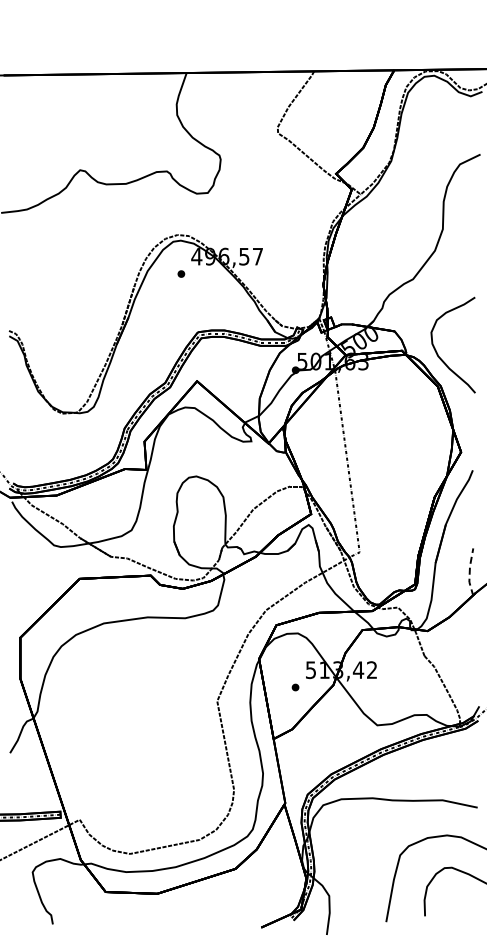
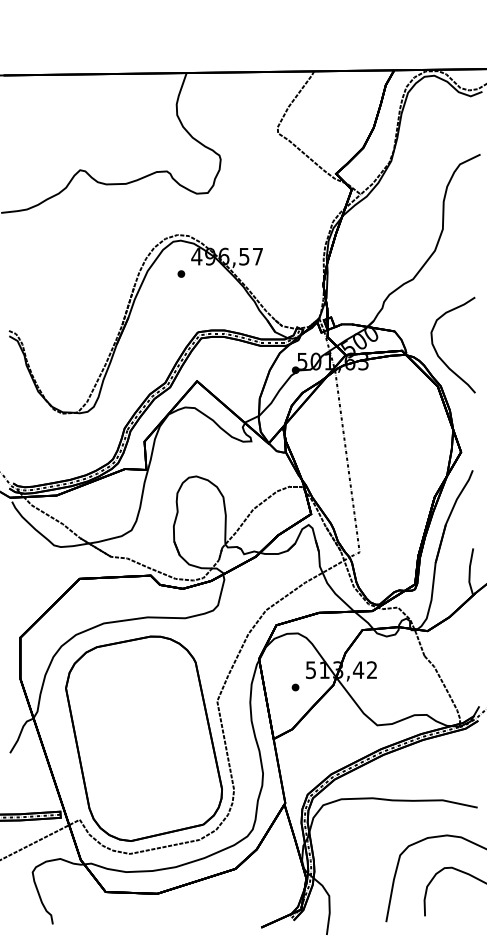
line at (469, 572): dashed -> solid
part at (143, 738): none -> present
